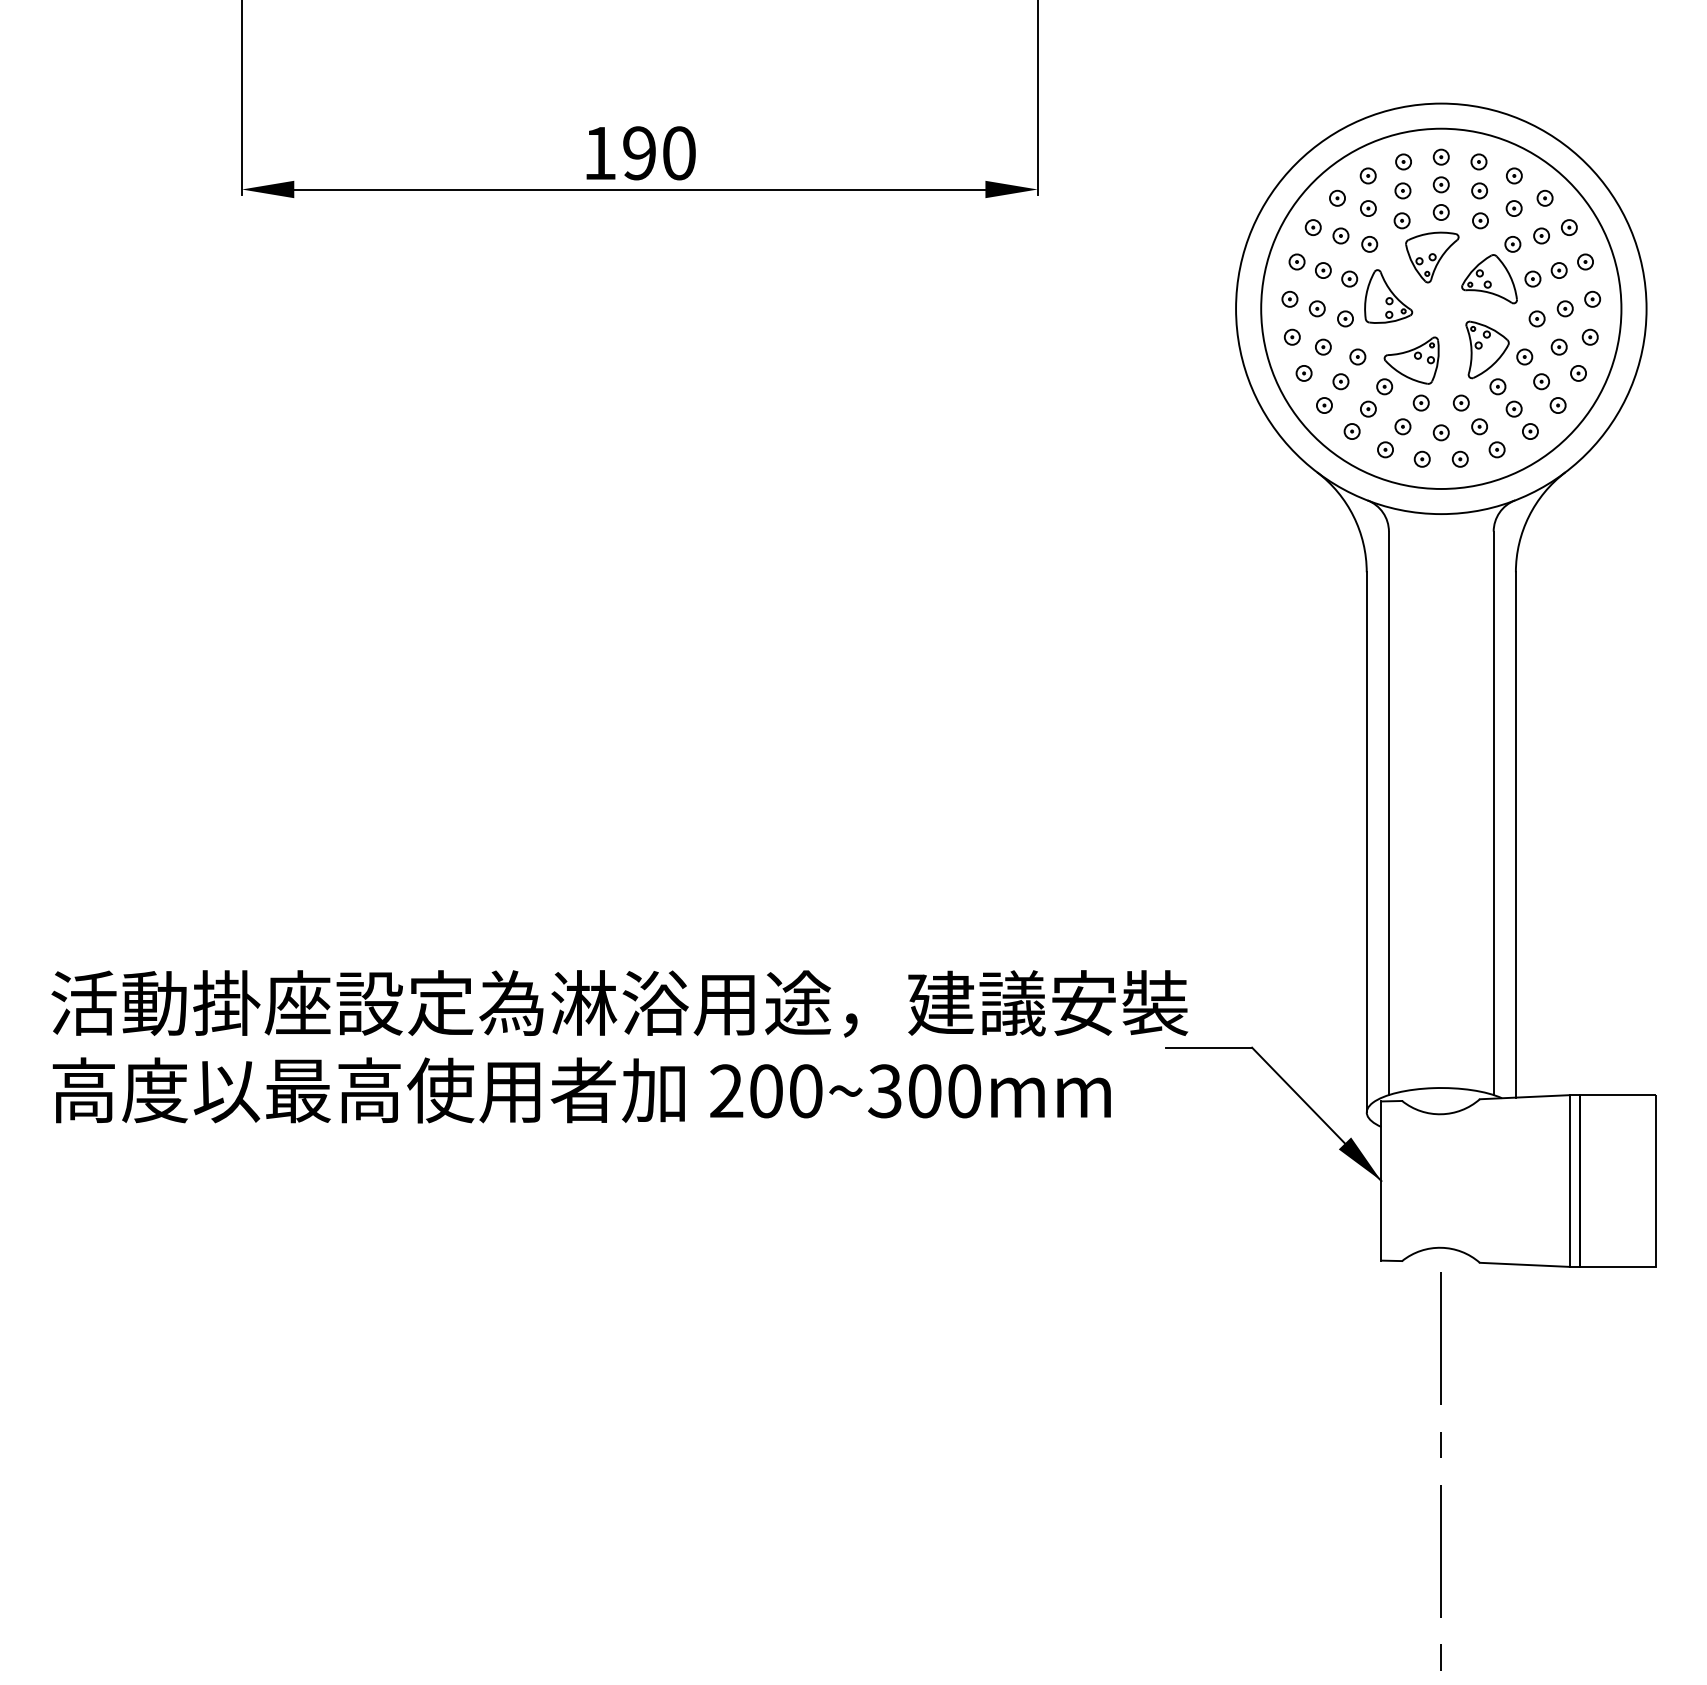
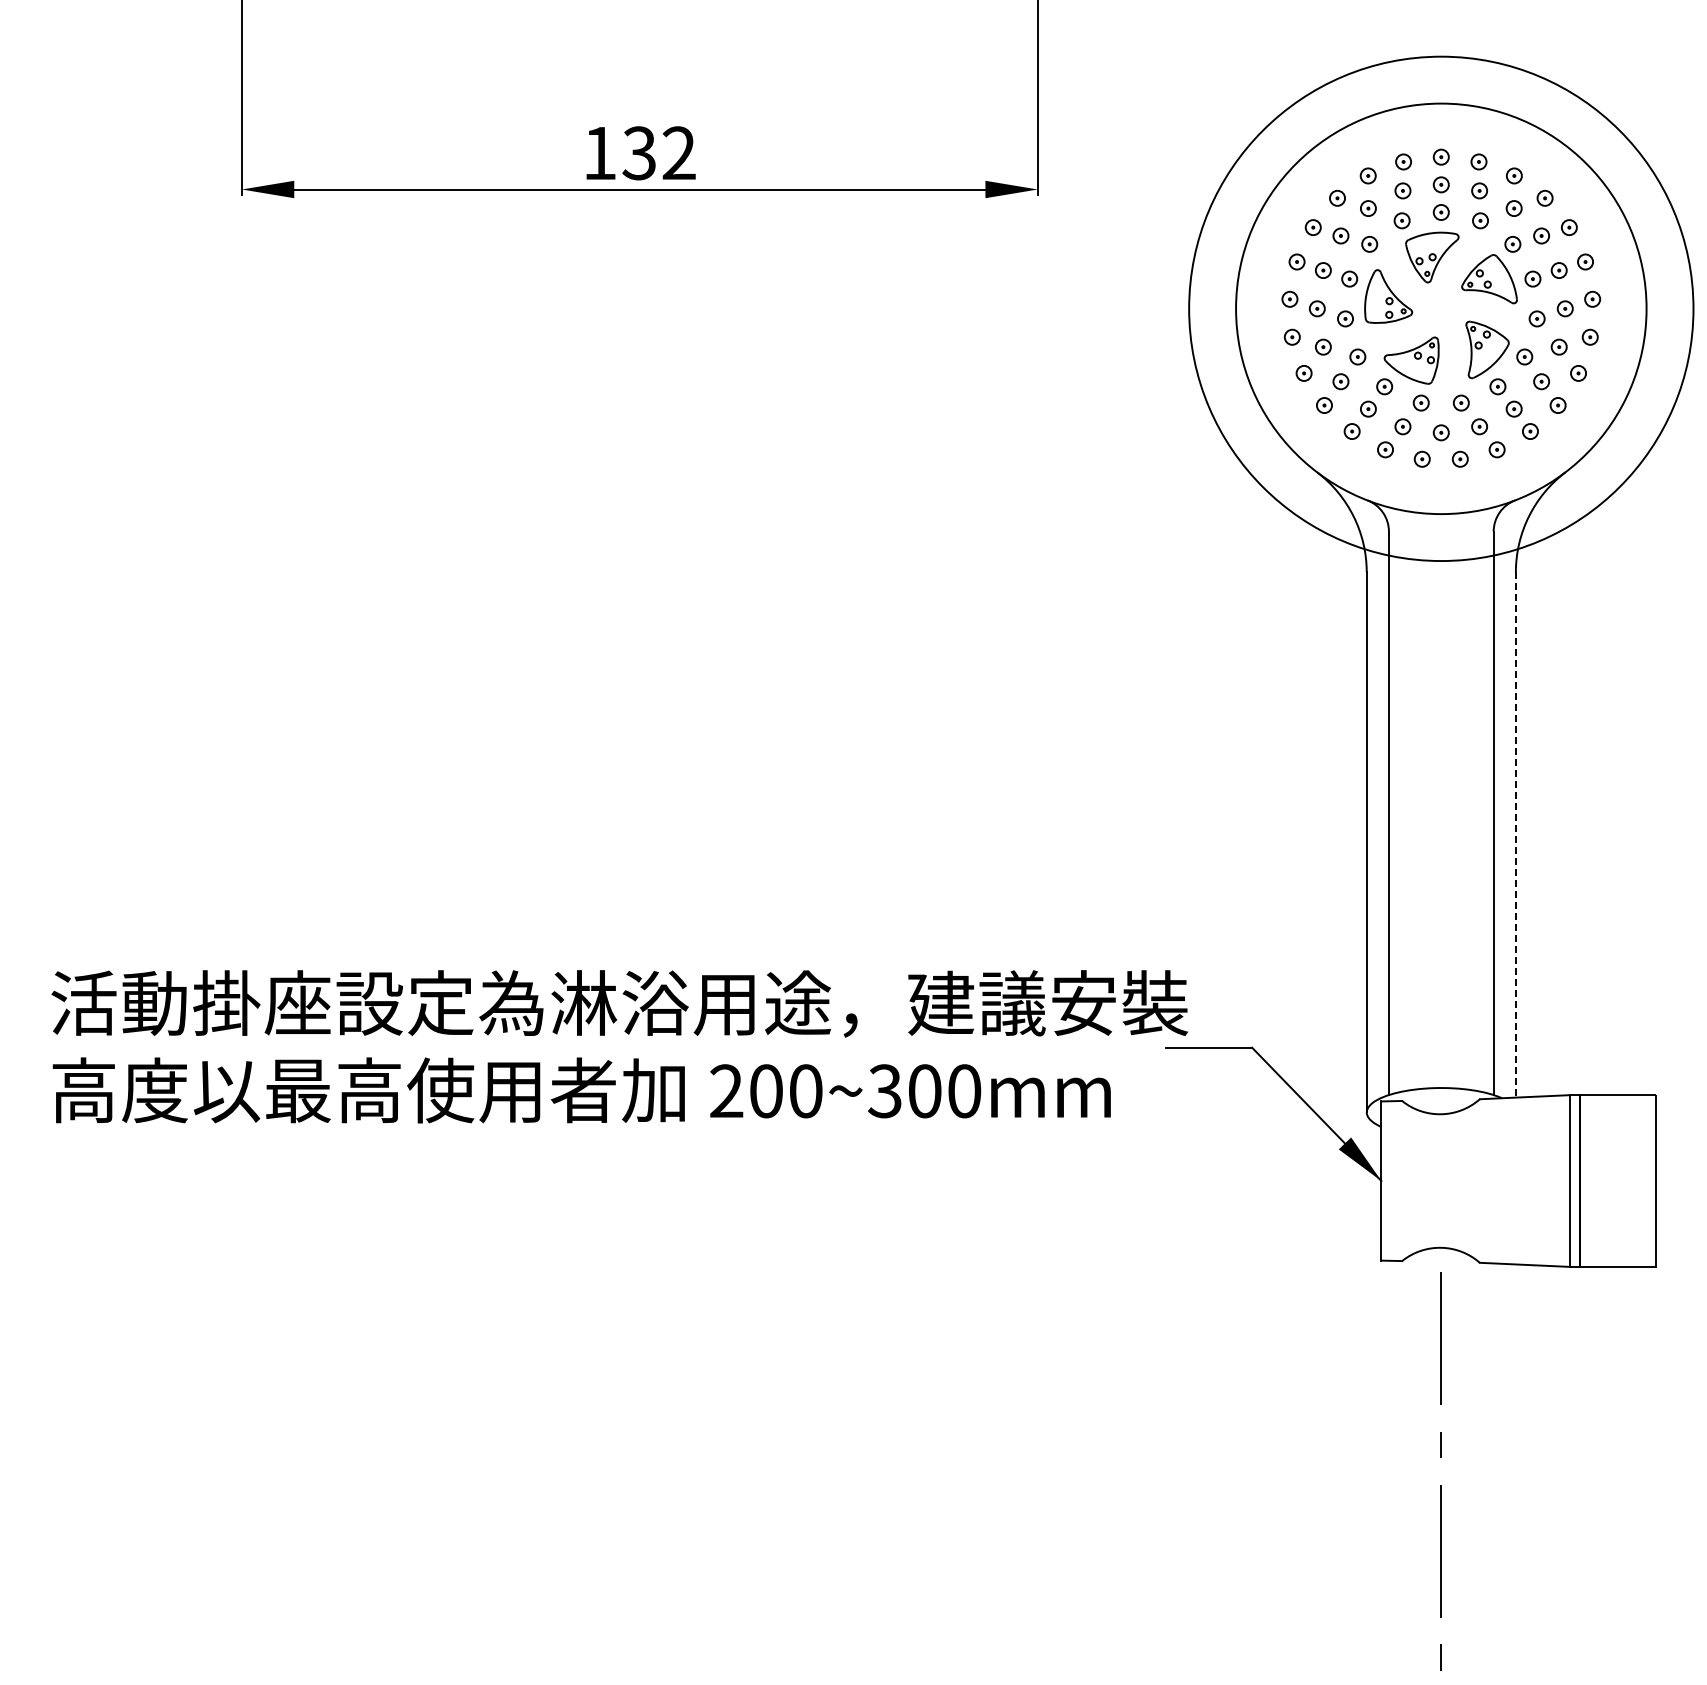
text at (658, 153): 190 -> 132
circle at (1441, 308) diameter: 360 px -> 504 px
line at (1515, 834): solid -> dashed
